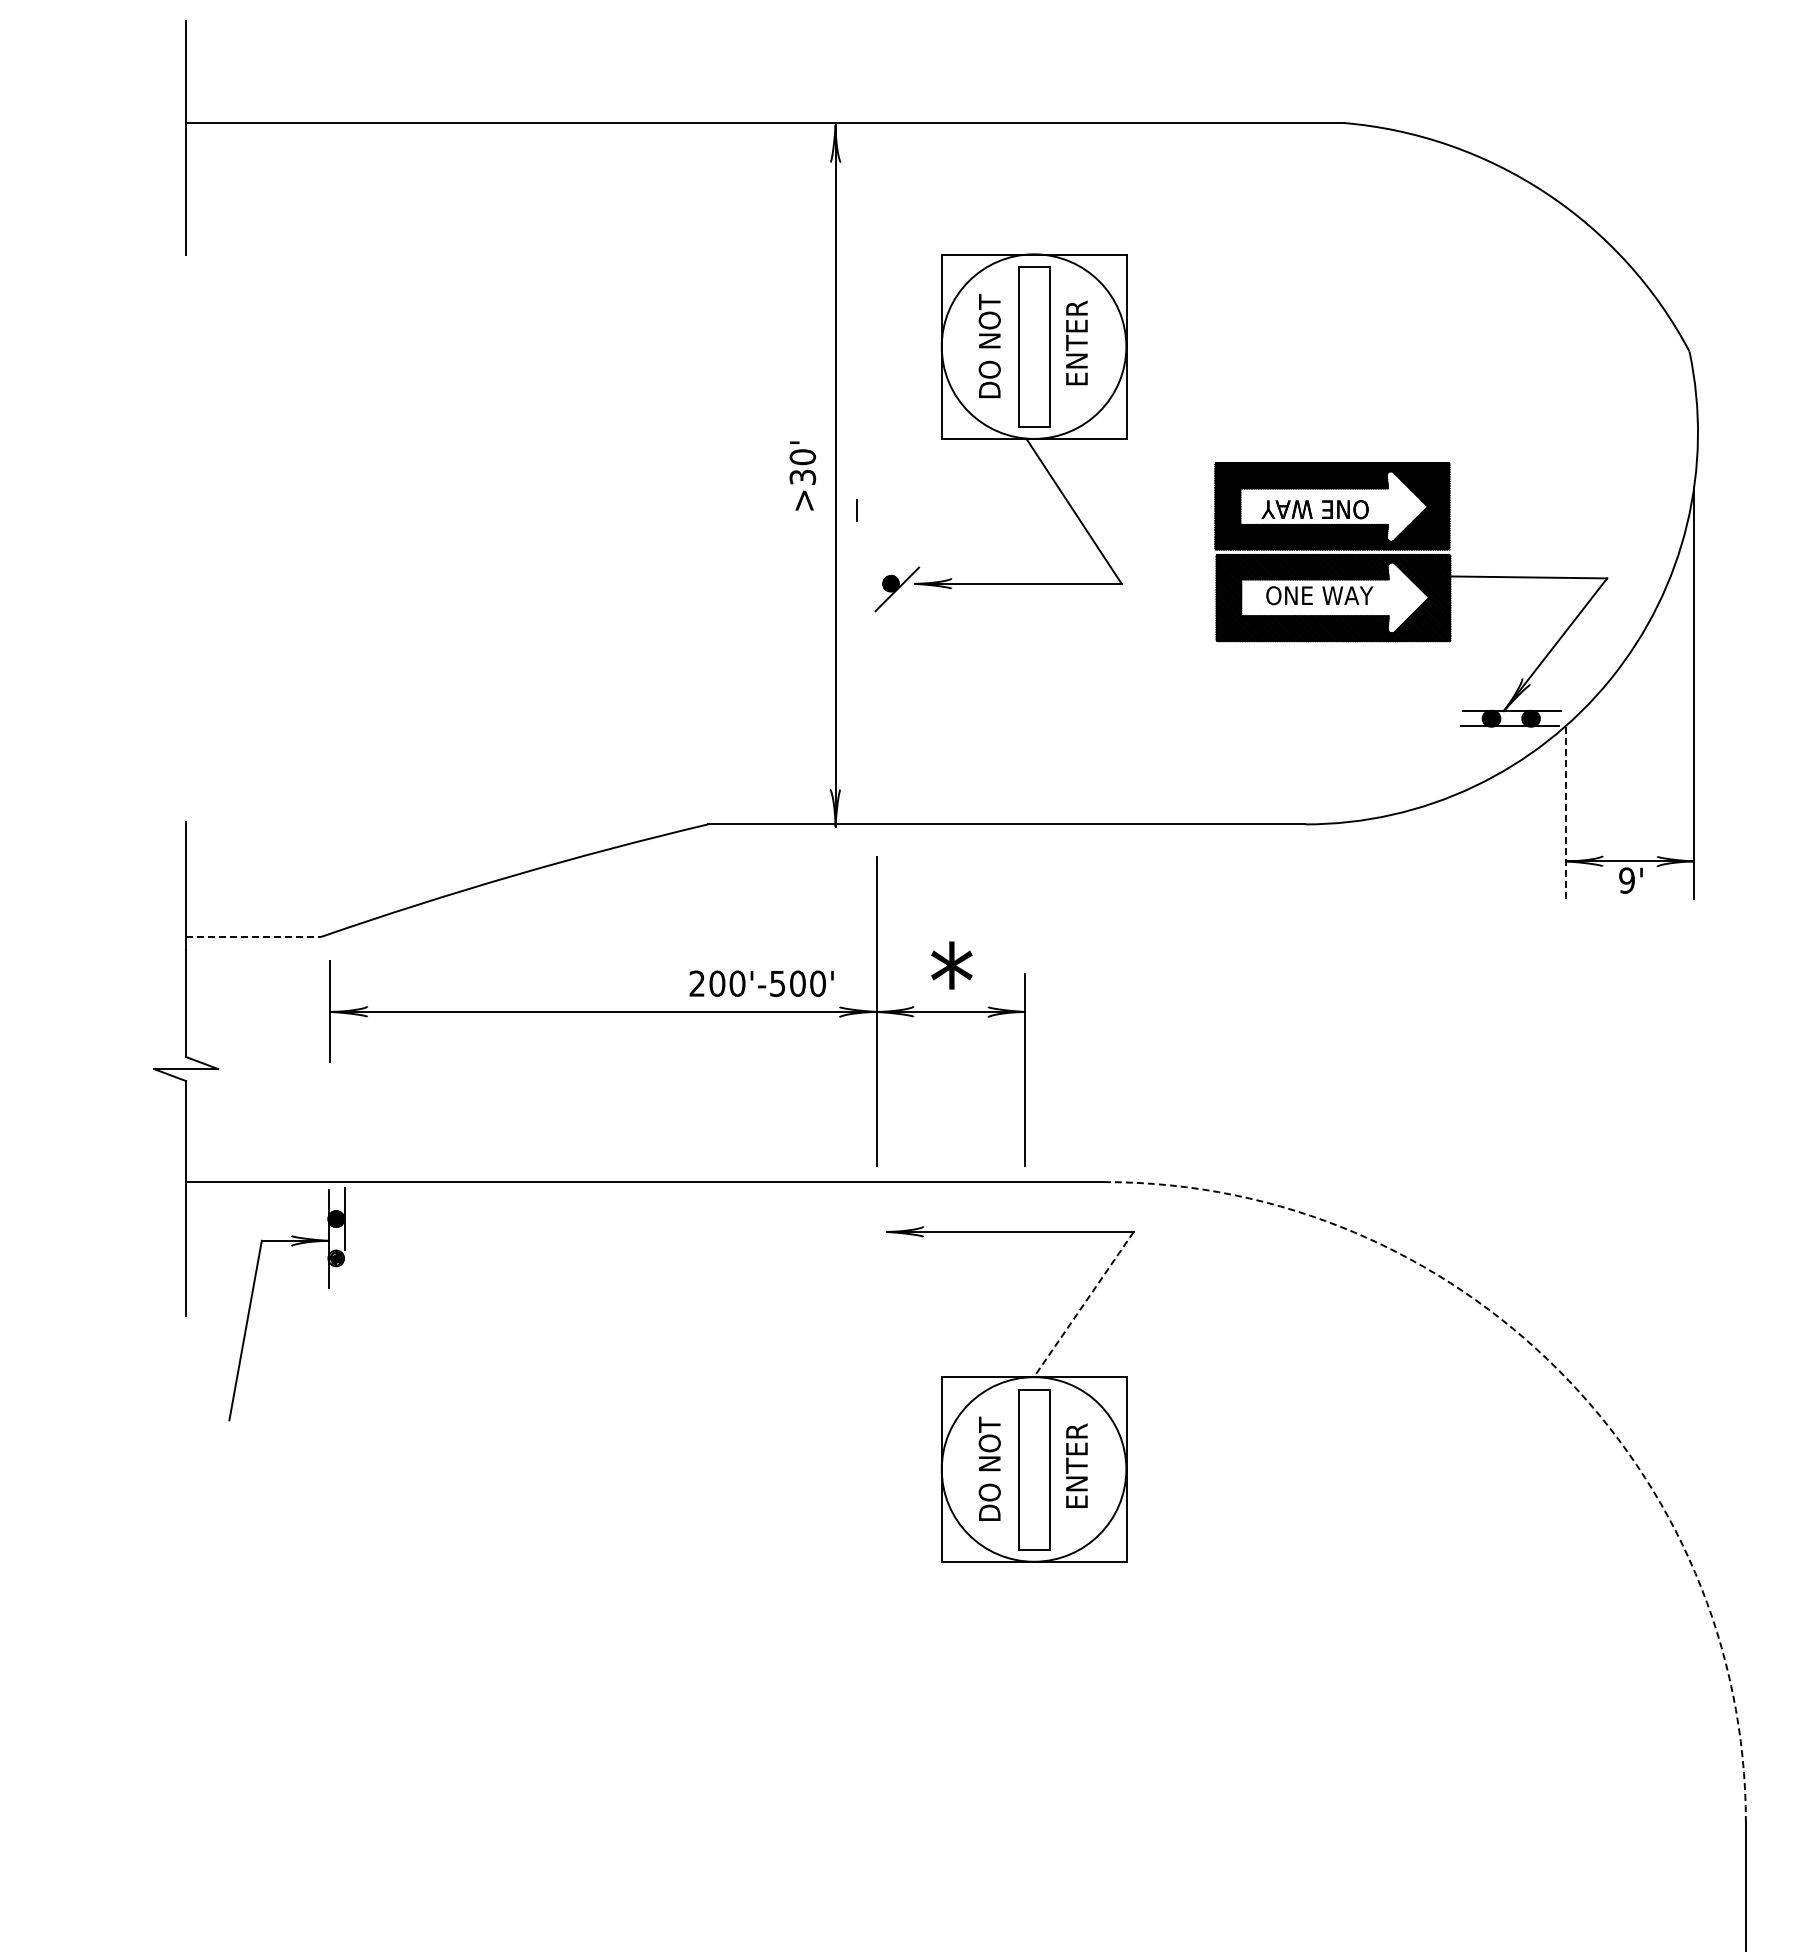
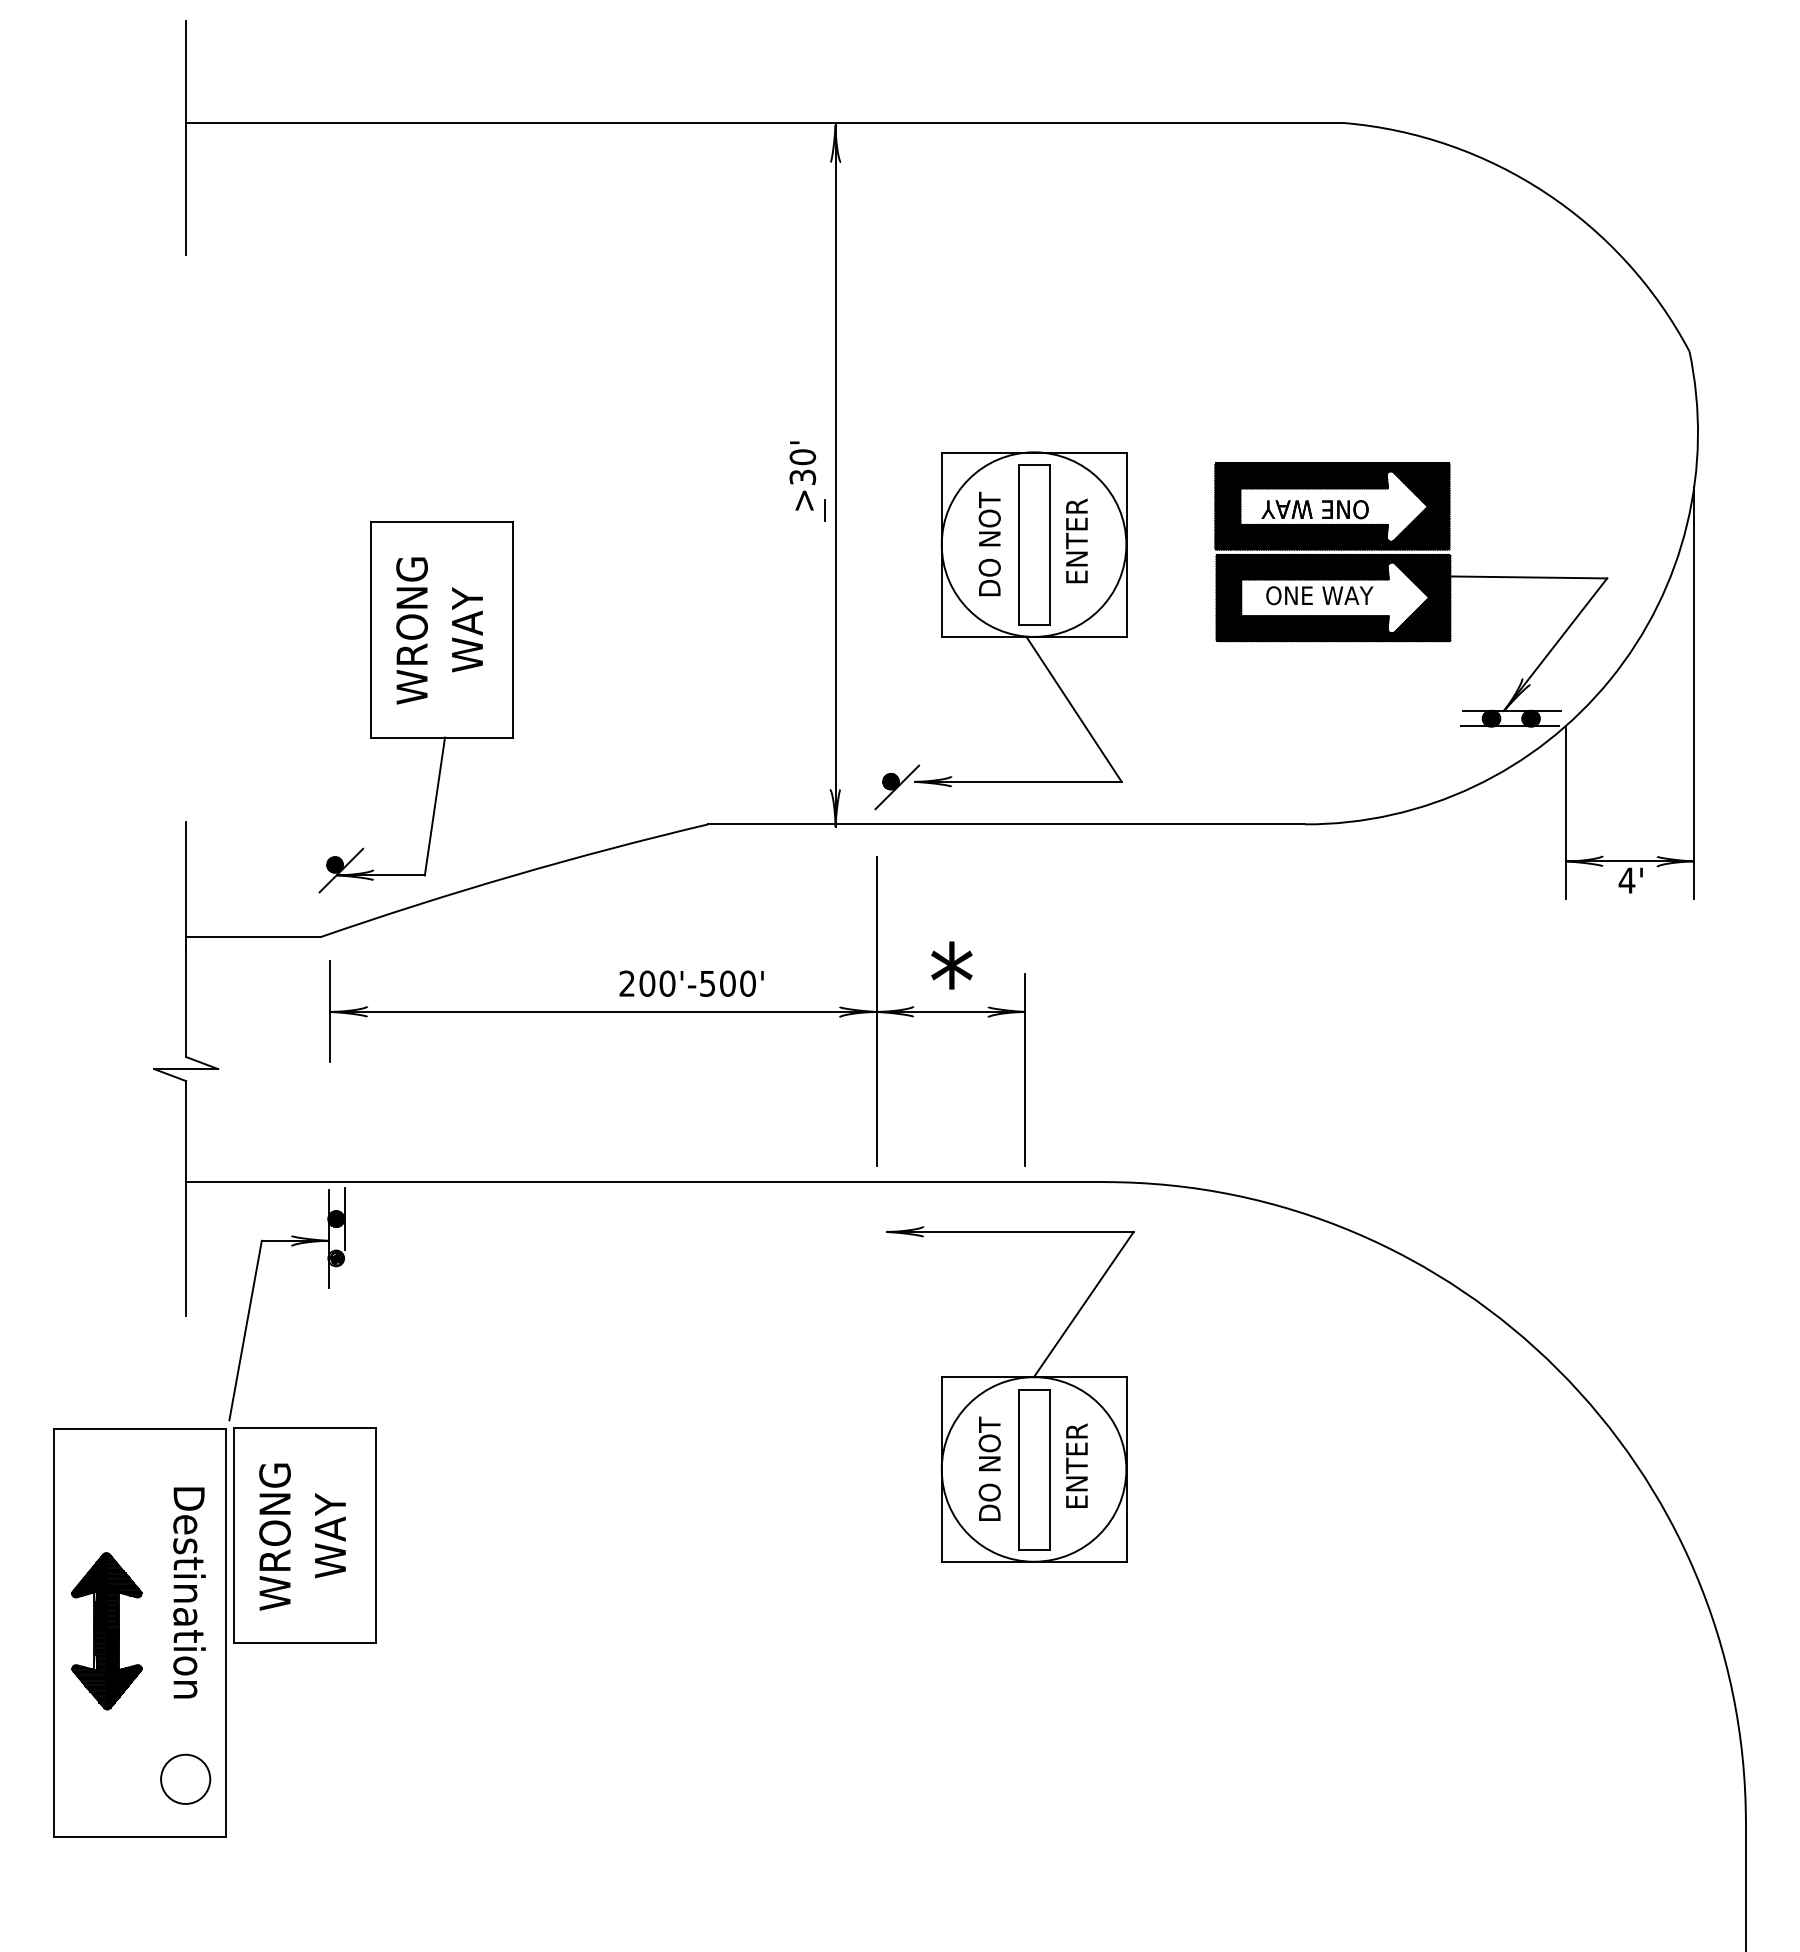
part at (1000, 432) position: (1000, 432) -> (1000, 630)
line at (856, 510) position: (856, 510) -> (824, 510)
part at (415, 707): none -> present
line at (1565, 811): dashed -> solid
text at (1626, 880): 9' -> 4'
line at (253, 936): dashed -> solid
text at (761, 983) position: (761, 983) -> (691, 983)
line at (1083, 1305): dashed -> solid
arc at (1558, 1369): dashed -> solid
part at (214, 1632): none -> present
